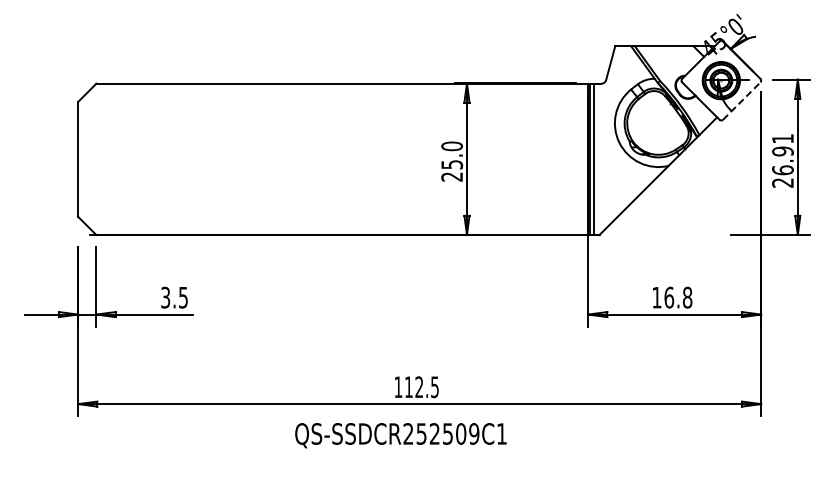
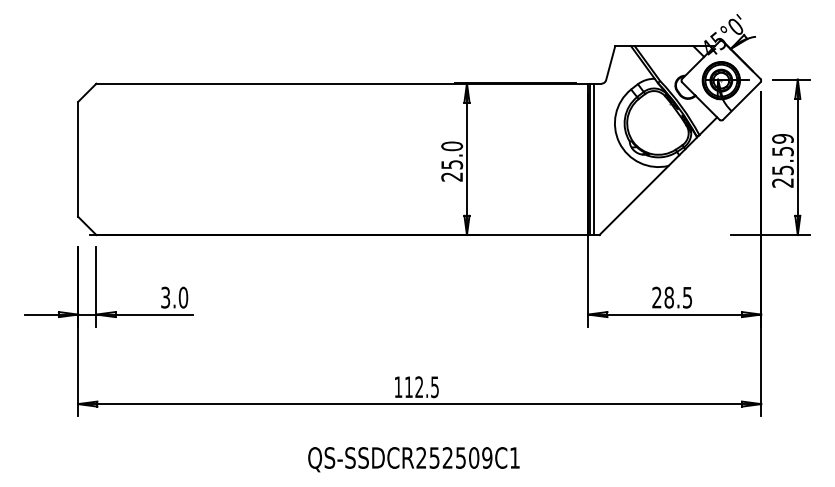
line at (741, 101): dashed -> solid
text at (782, 154): 26.91 -> 25.59
text at (183, 297): 3.5 -> 3.0
text at (672, 297): 16.8 -> 28.5
text at (400, 435) position: (400, 435) -> (413, 459)
